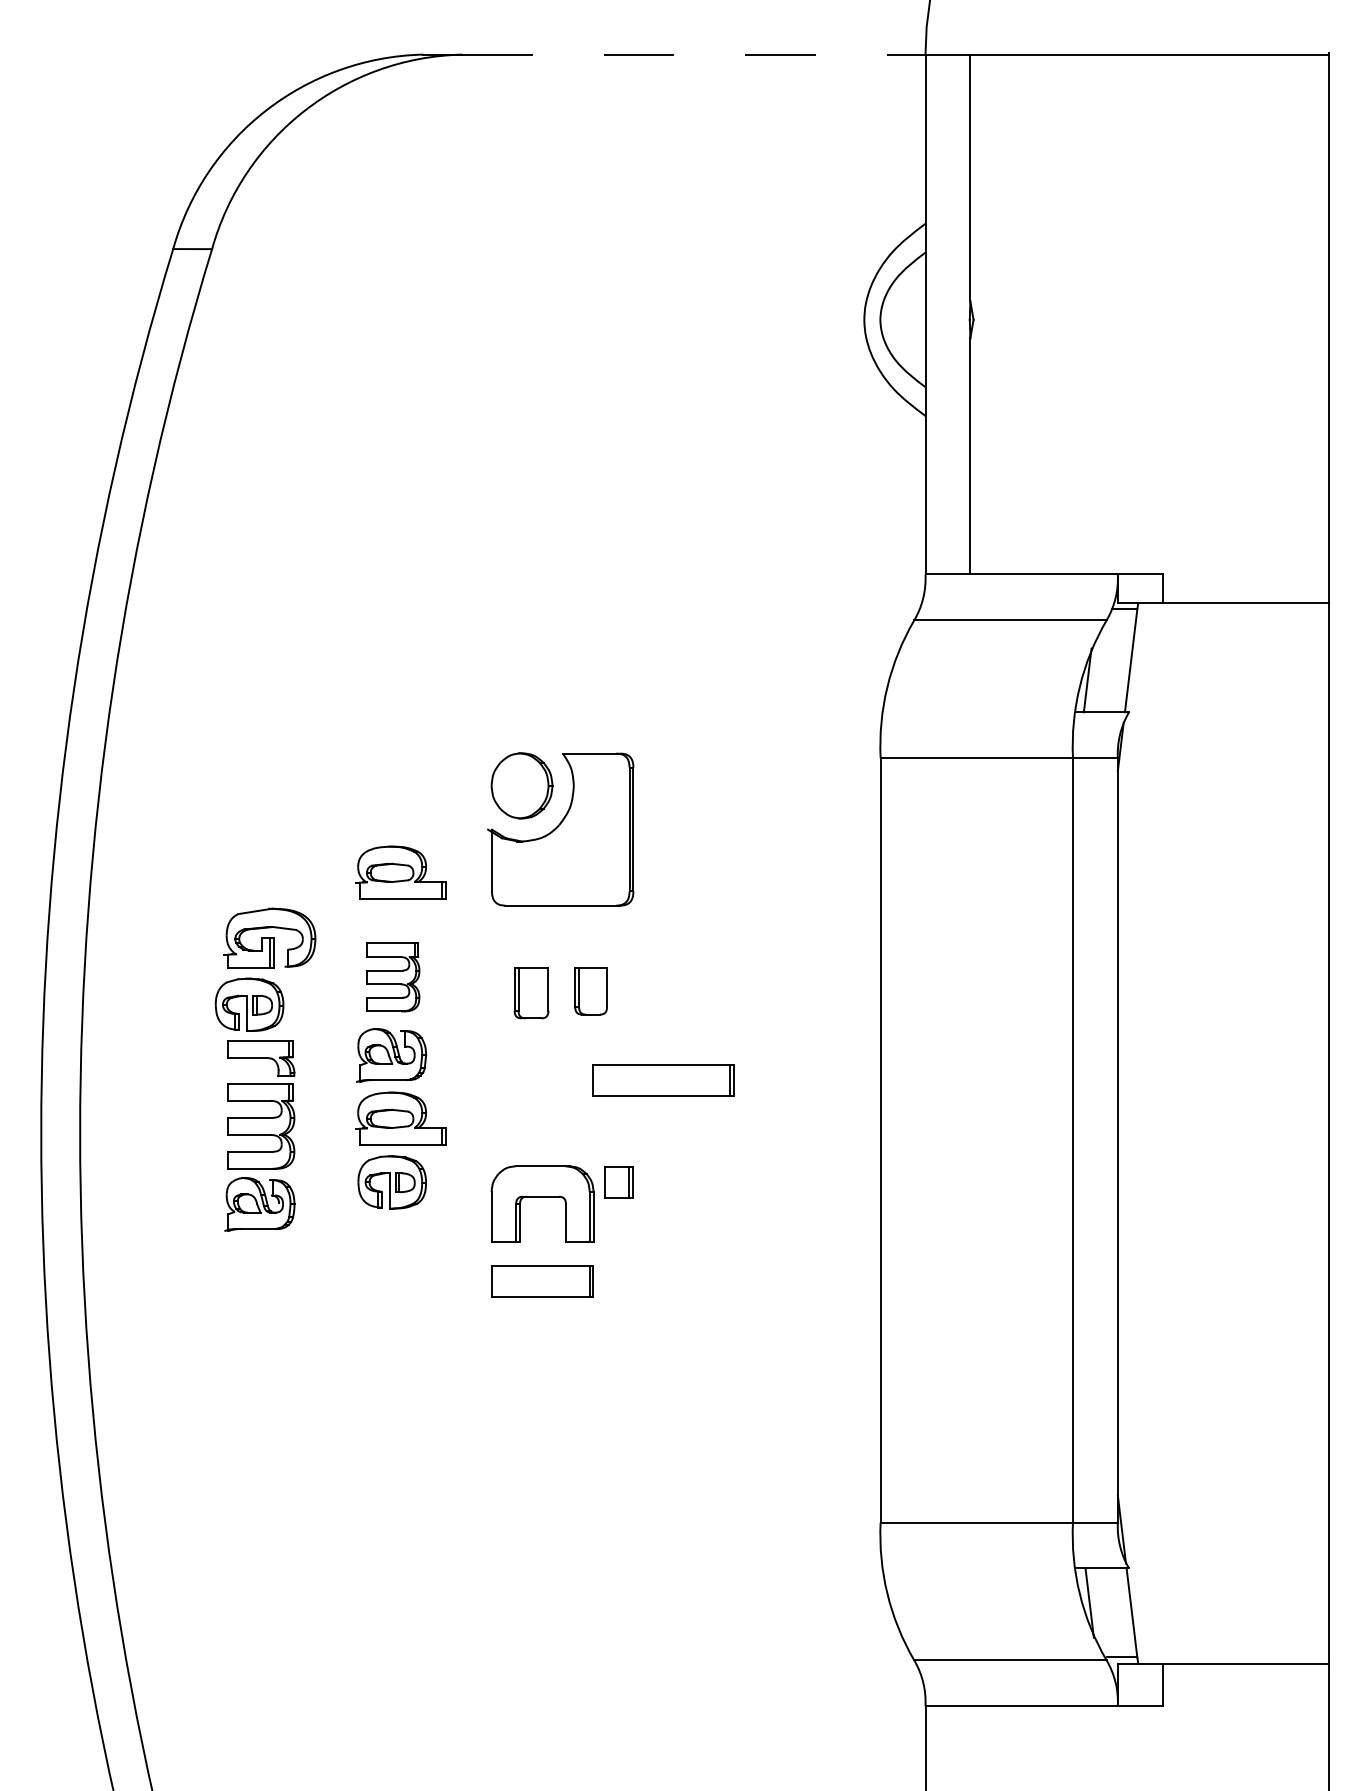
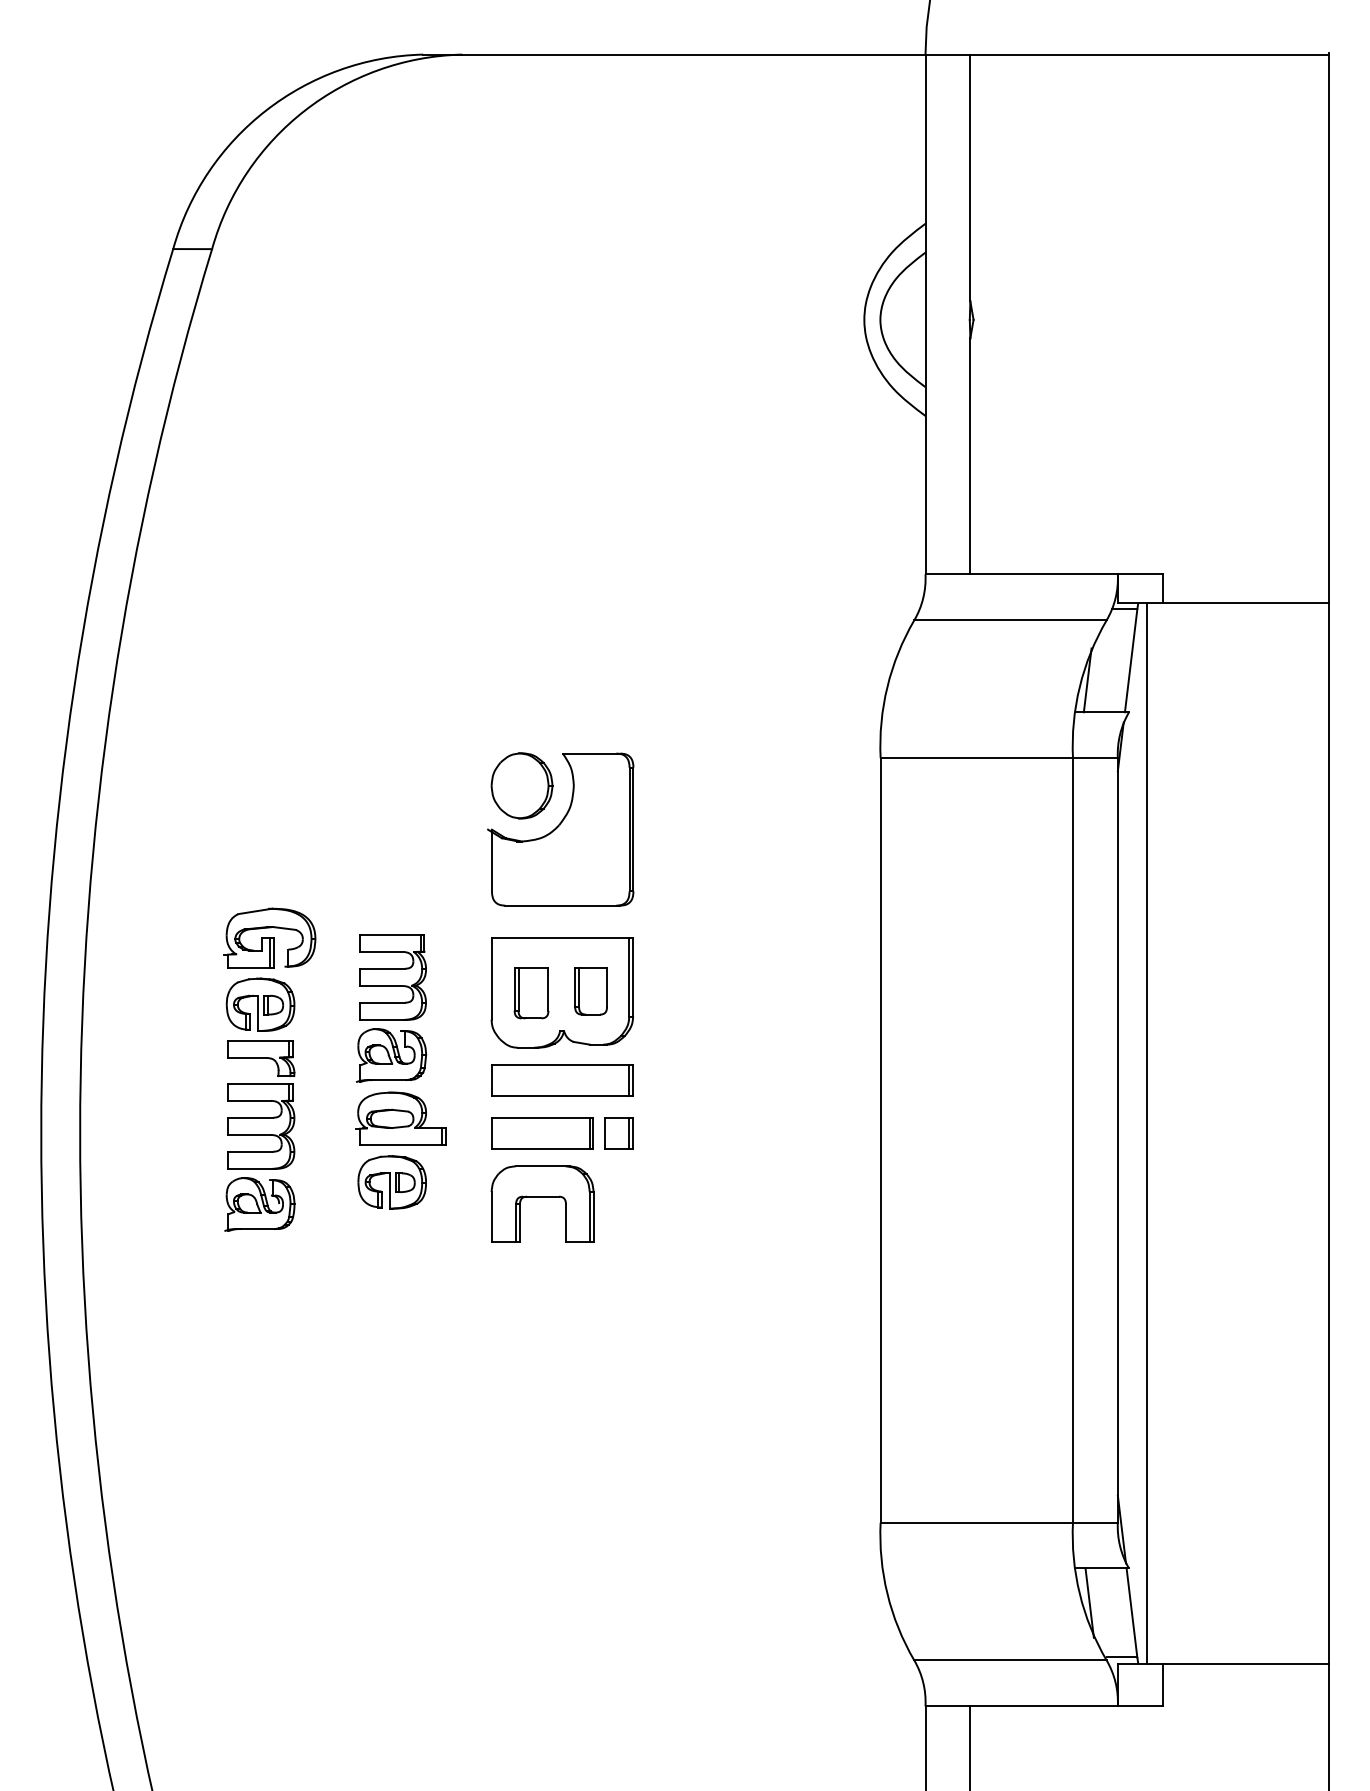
line at (693, 54): dashed -> solid
part at (400, 872): present -> none
part at (393, 977) size: 55x71 px -> 68x87 px
part at (561, 992): none -> present
part at (249, 1004) position: (249, 1004) -> (260, 1004)
part at (663, 1080) position: (663, 1080) -> (562, 1080)
line at (1147, 1133): none -> present
part at (618, 1182) position: (618, 1182) -> (618, 1133)
part at (542, 1281) position: (542, 1281) -> (542, 1133)
line at (970, 1746): none -> present
